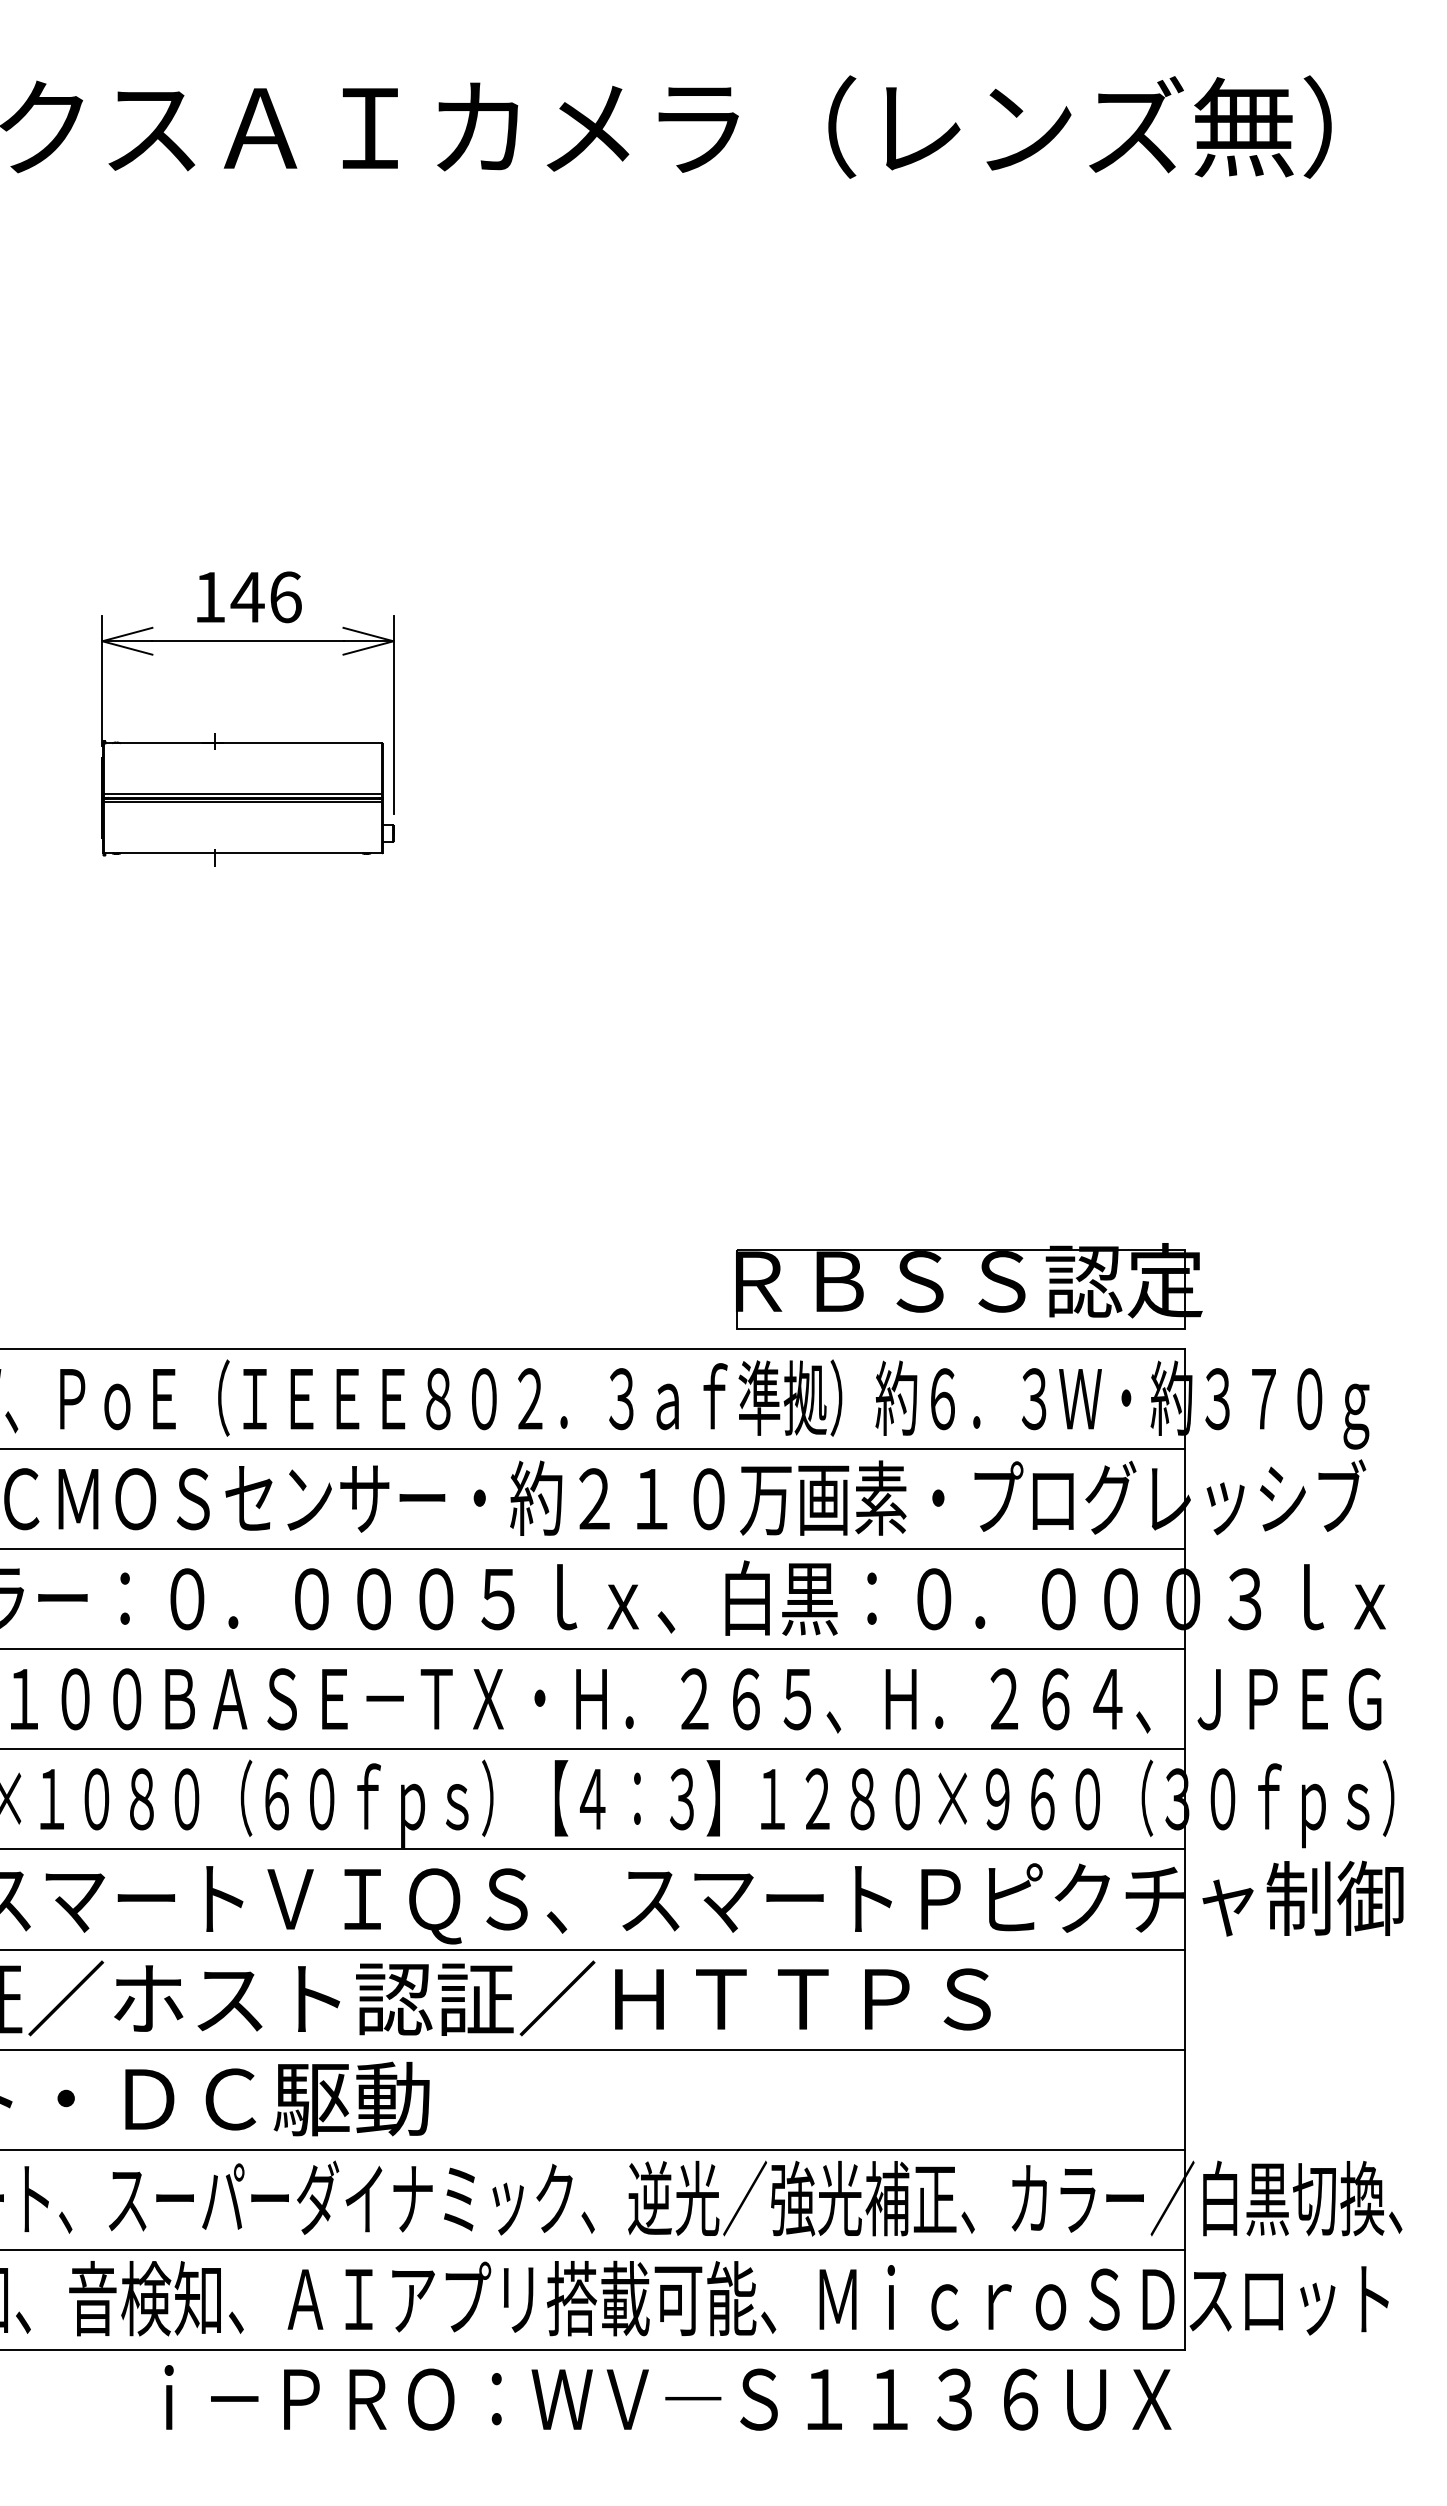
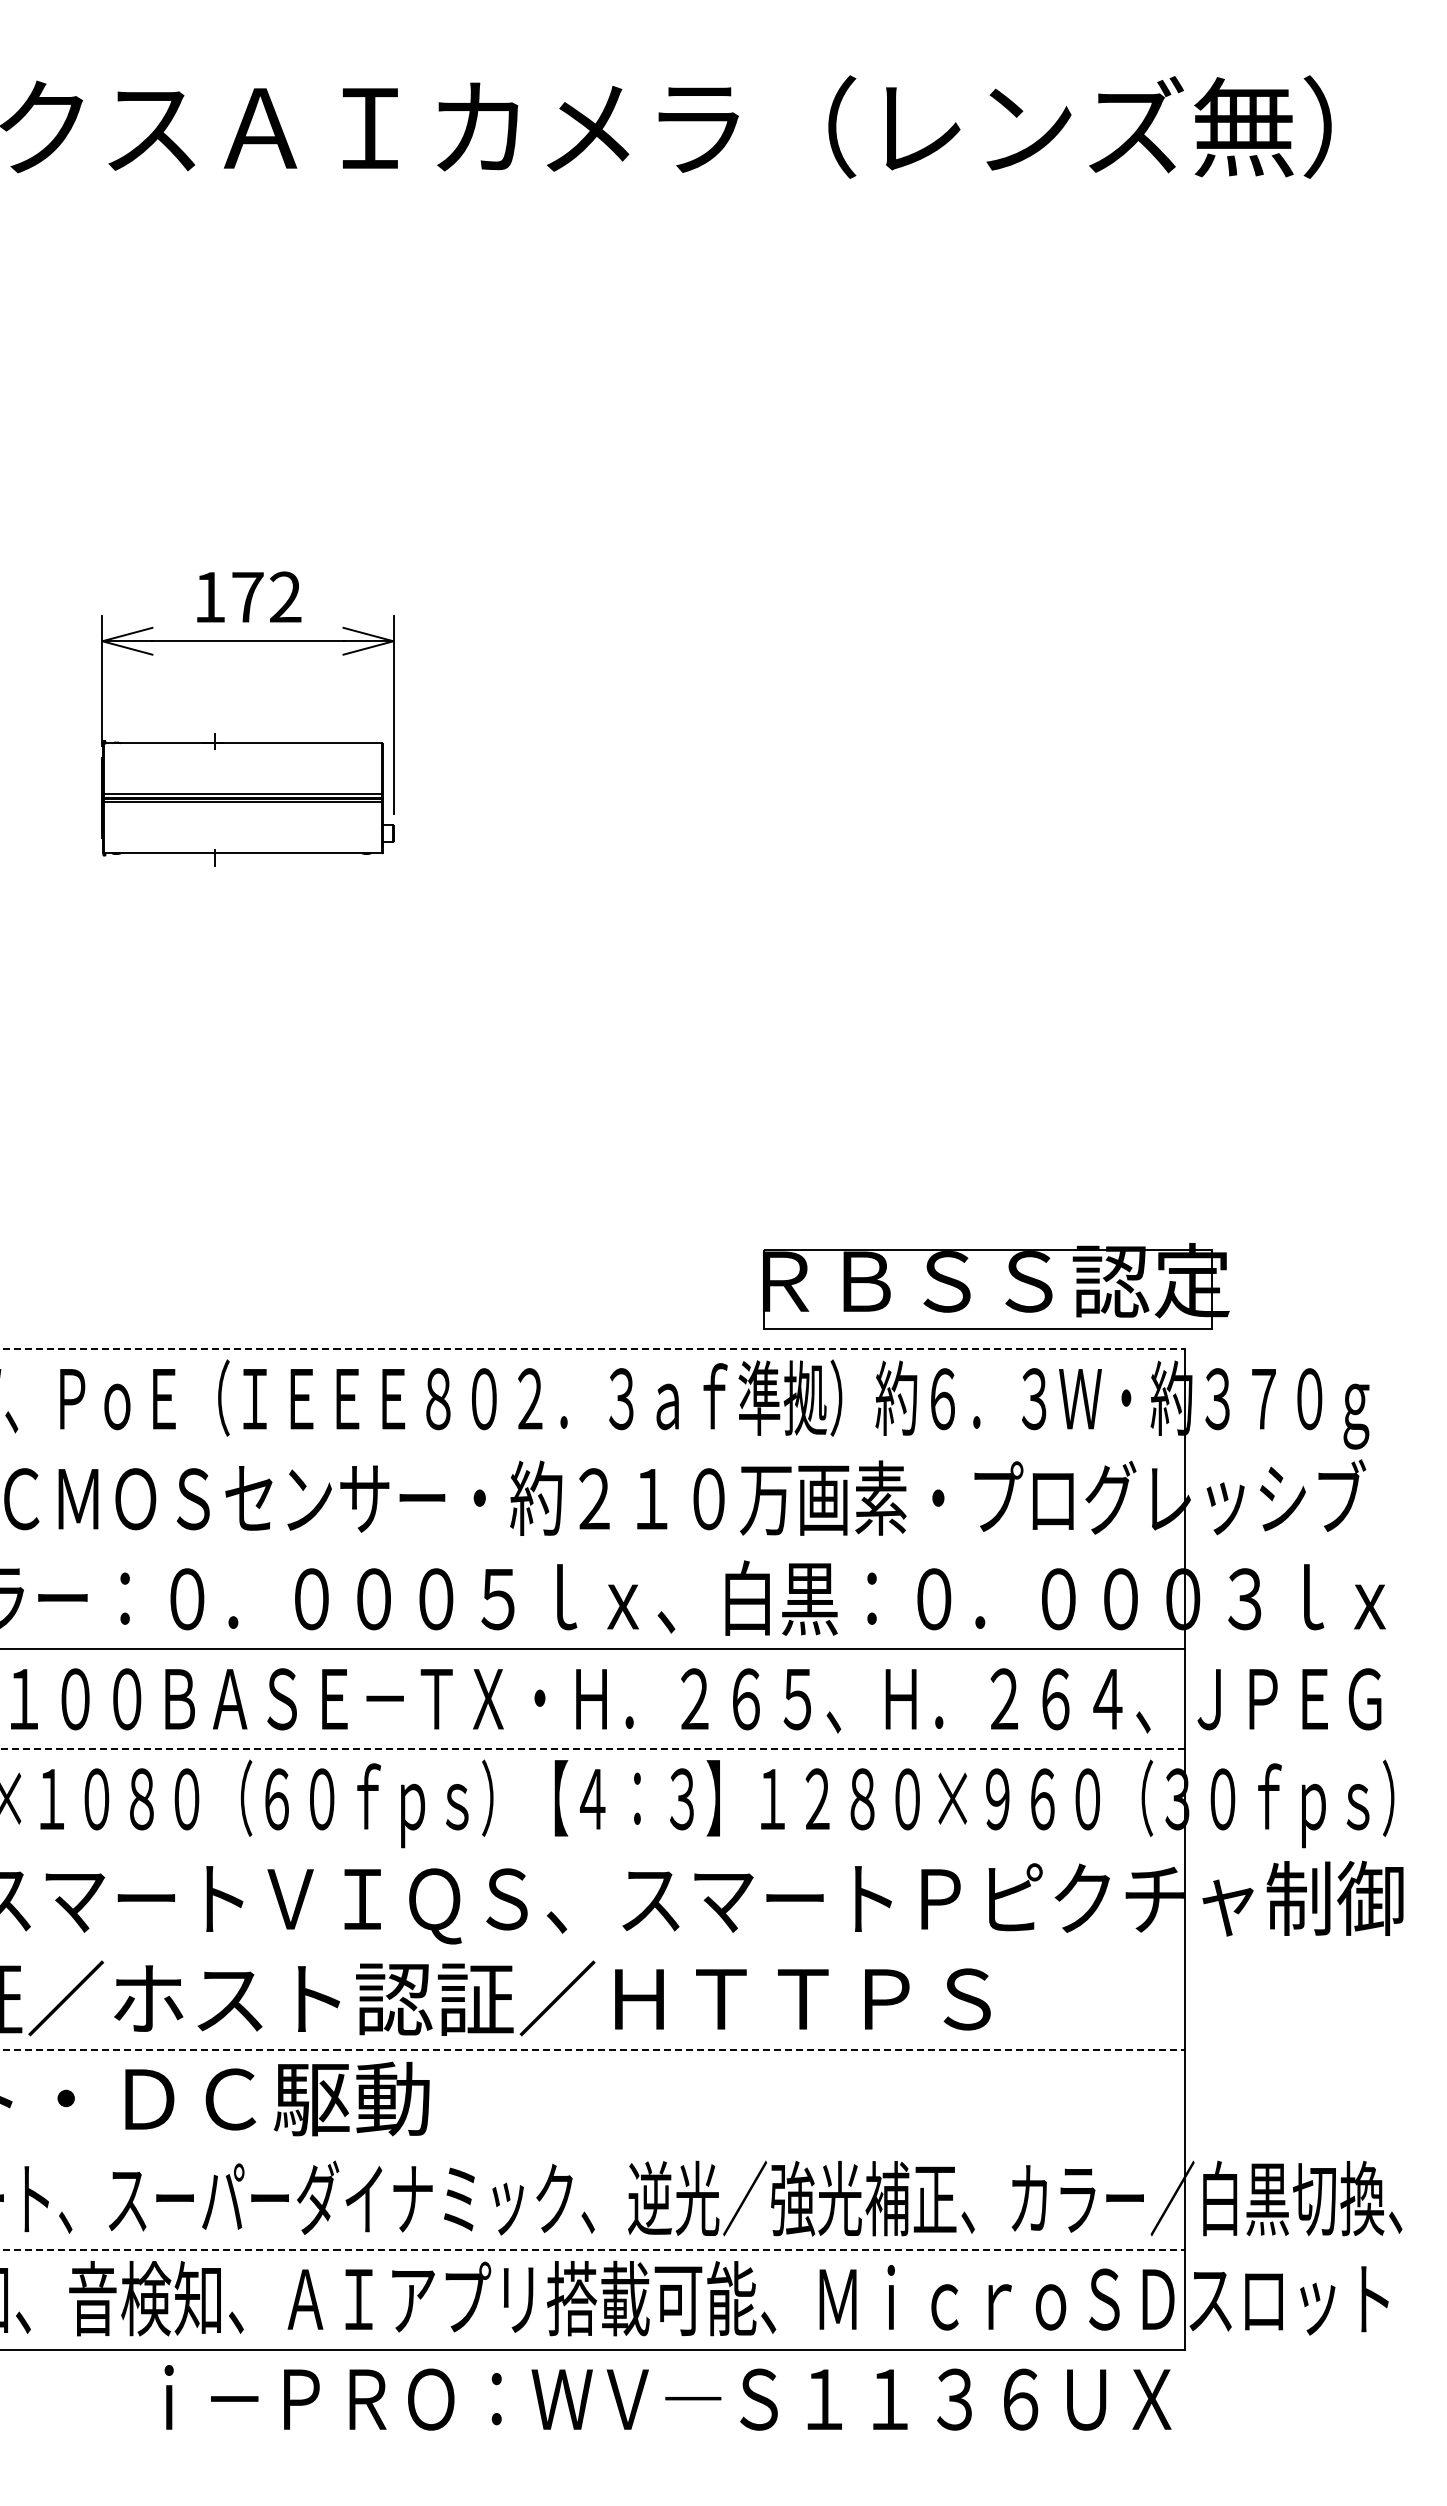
text at (265, 597): 146 -> 172
part at (969, 1286) position: (969, 1286) -> (996, 1286)
line at (592, 1349): solid -> dashed
line at (593, 1449): present -> none
line at (593, 1549): present -> none
line at (591, 1749): solid -> dashed
line at (593, 1849): present -> none
line at (593, 1949): present -> none
line at (592, 2049): solid -> dashed
line at (593, 2149): present -> none
line at (592, 2249): solid -> dashed
